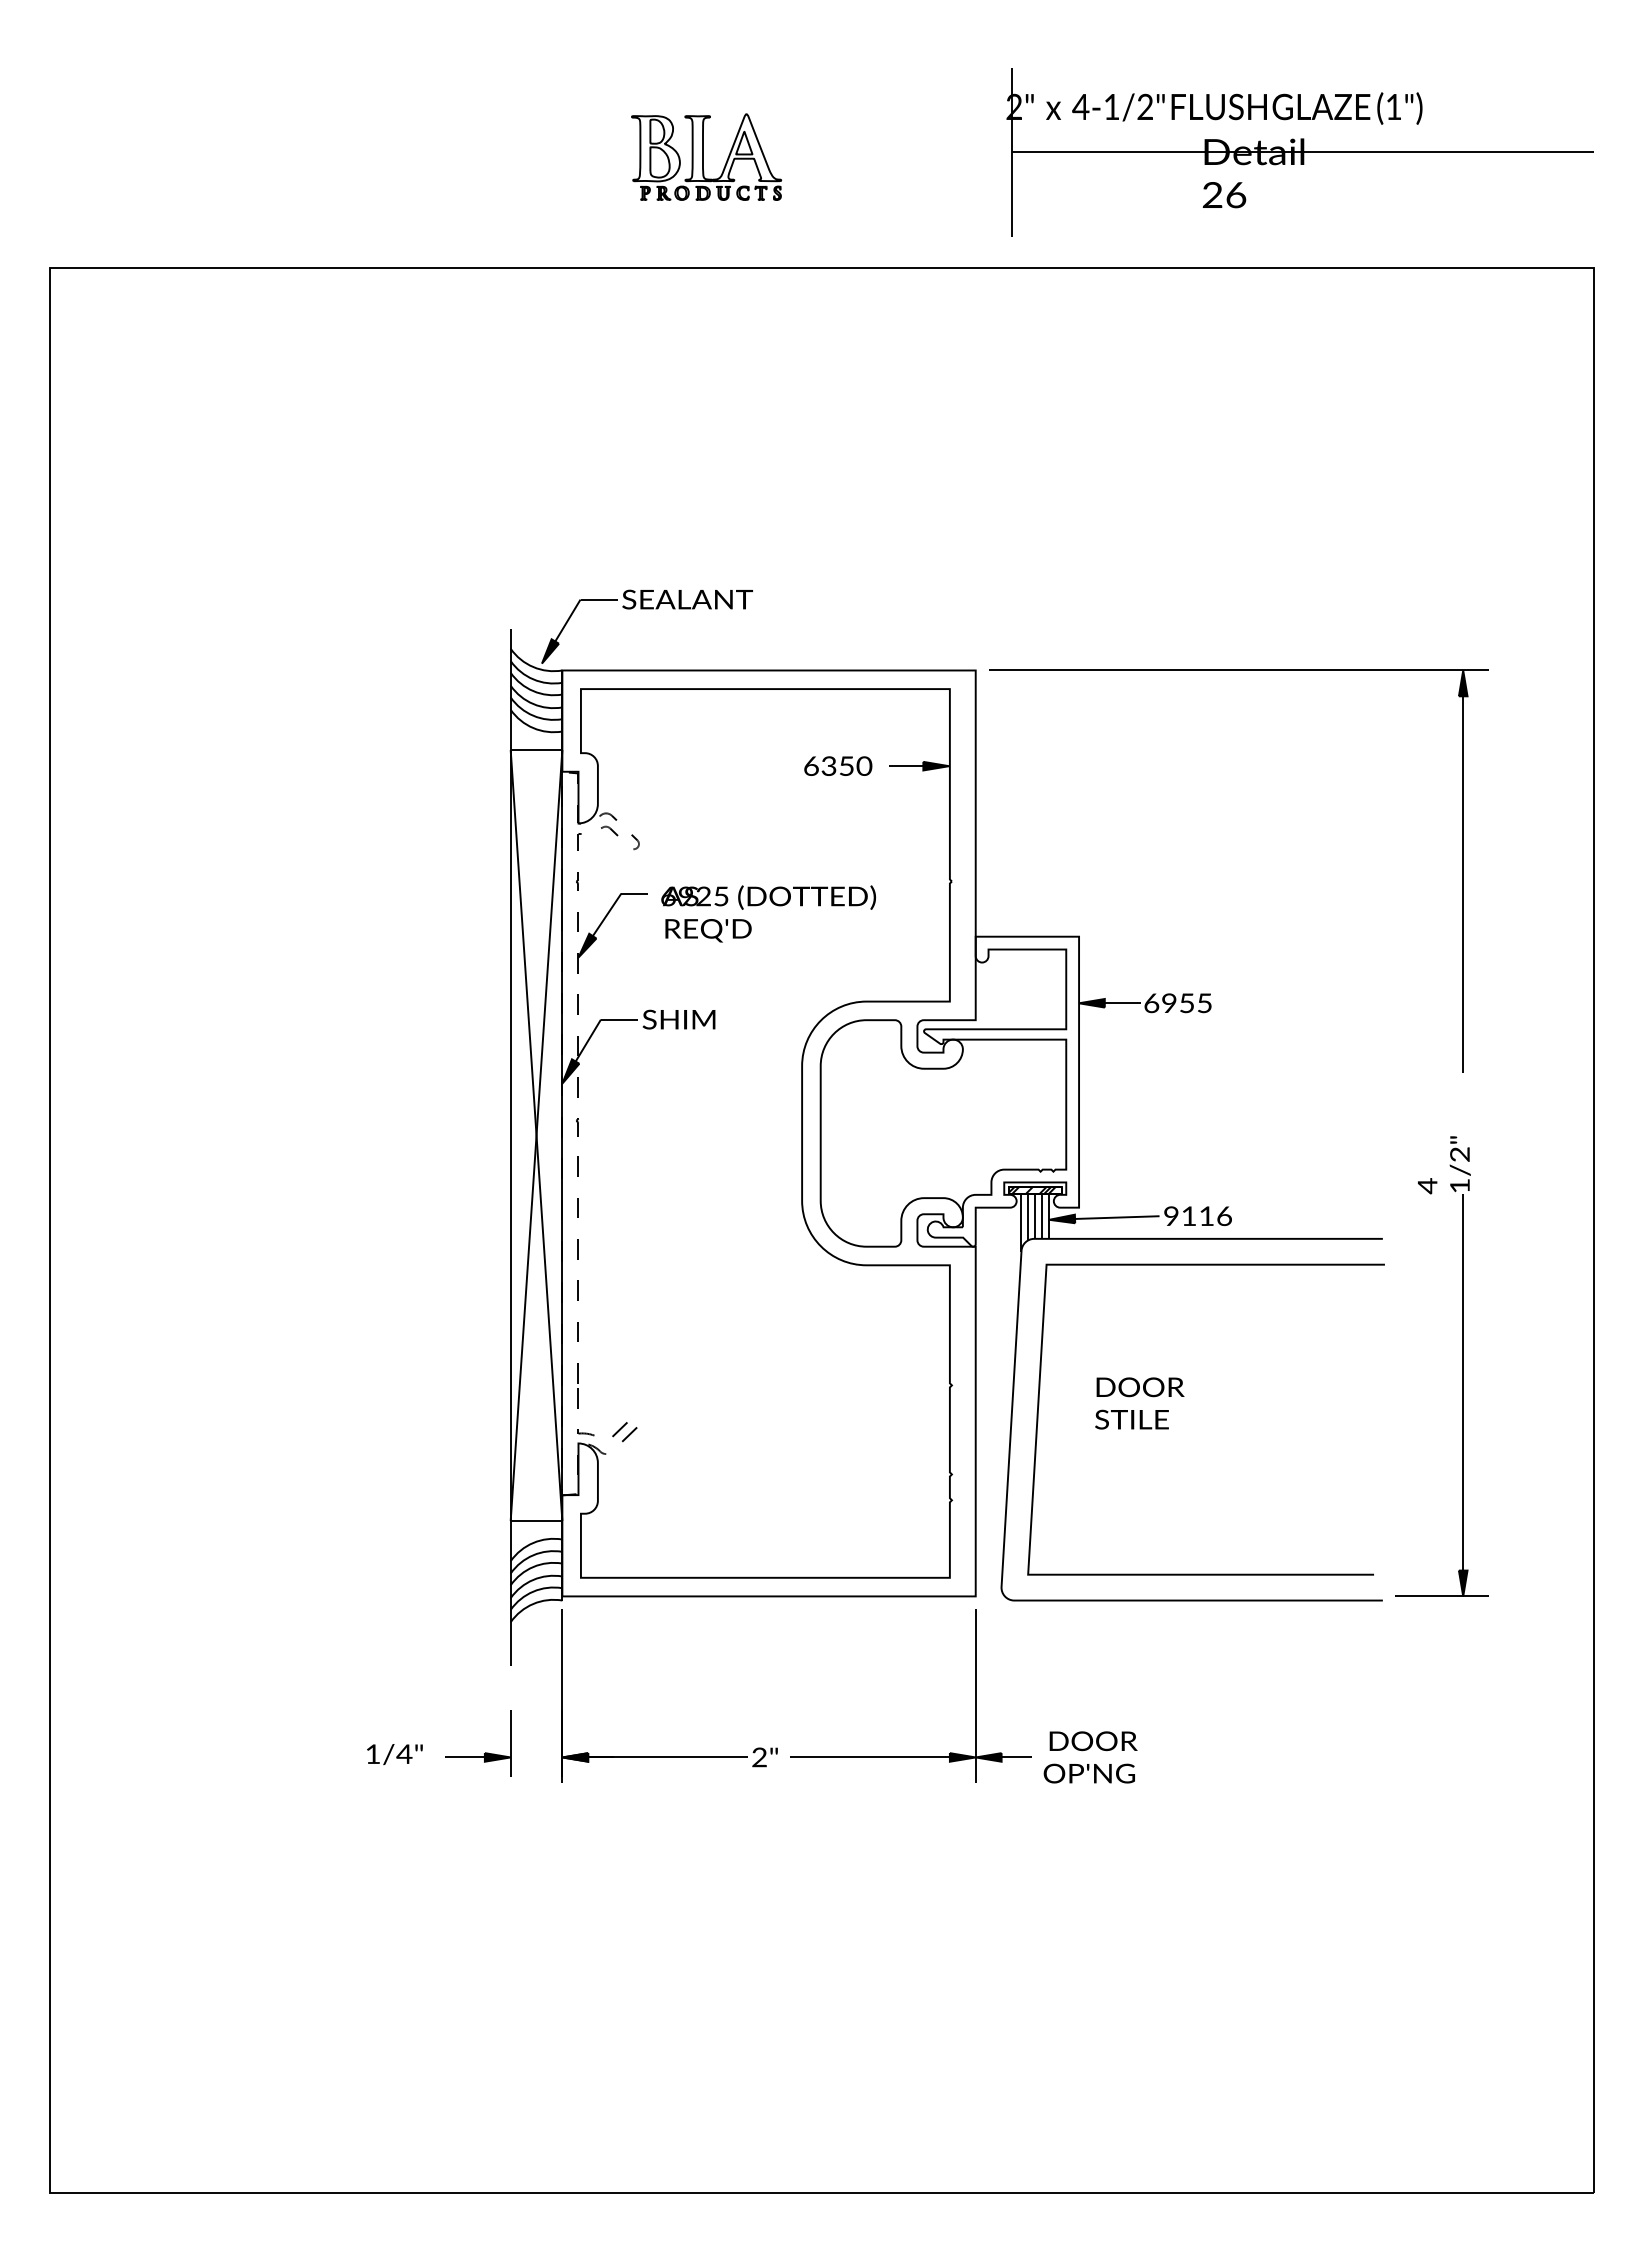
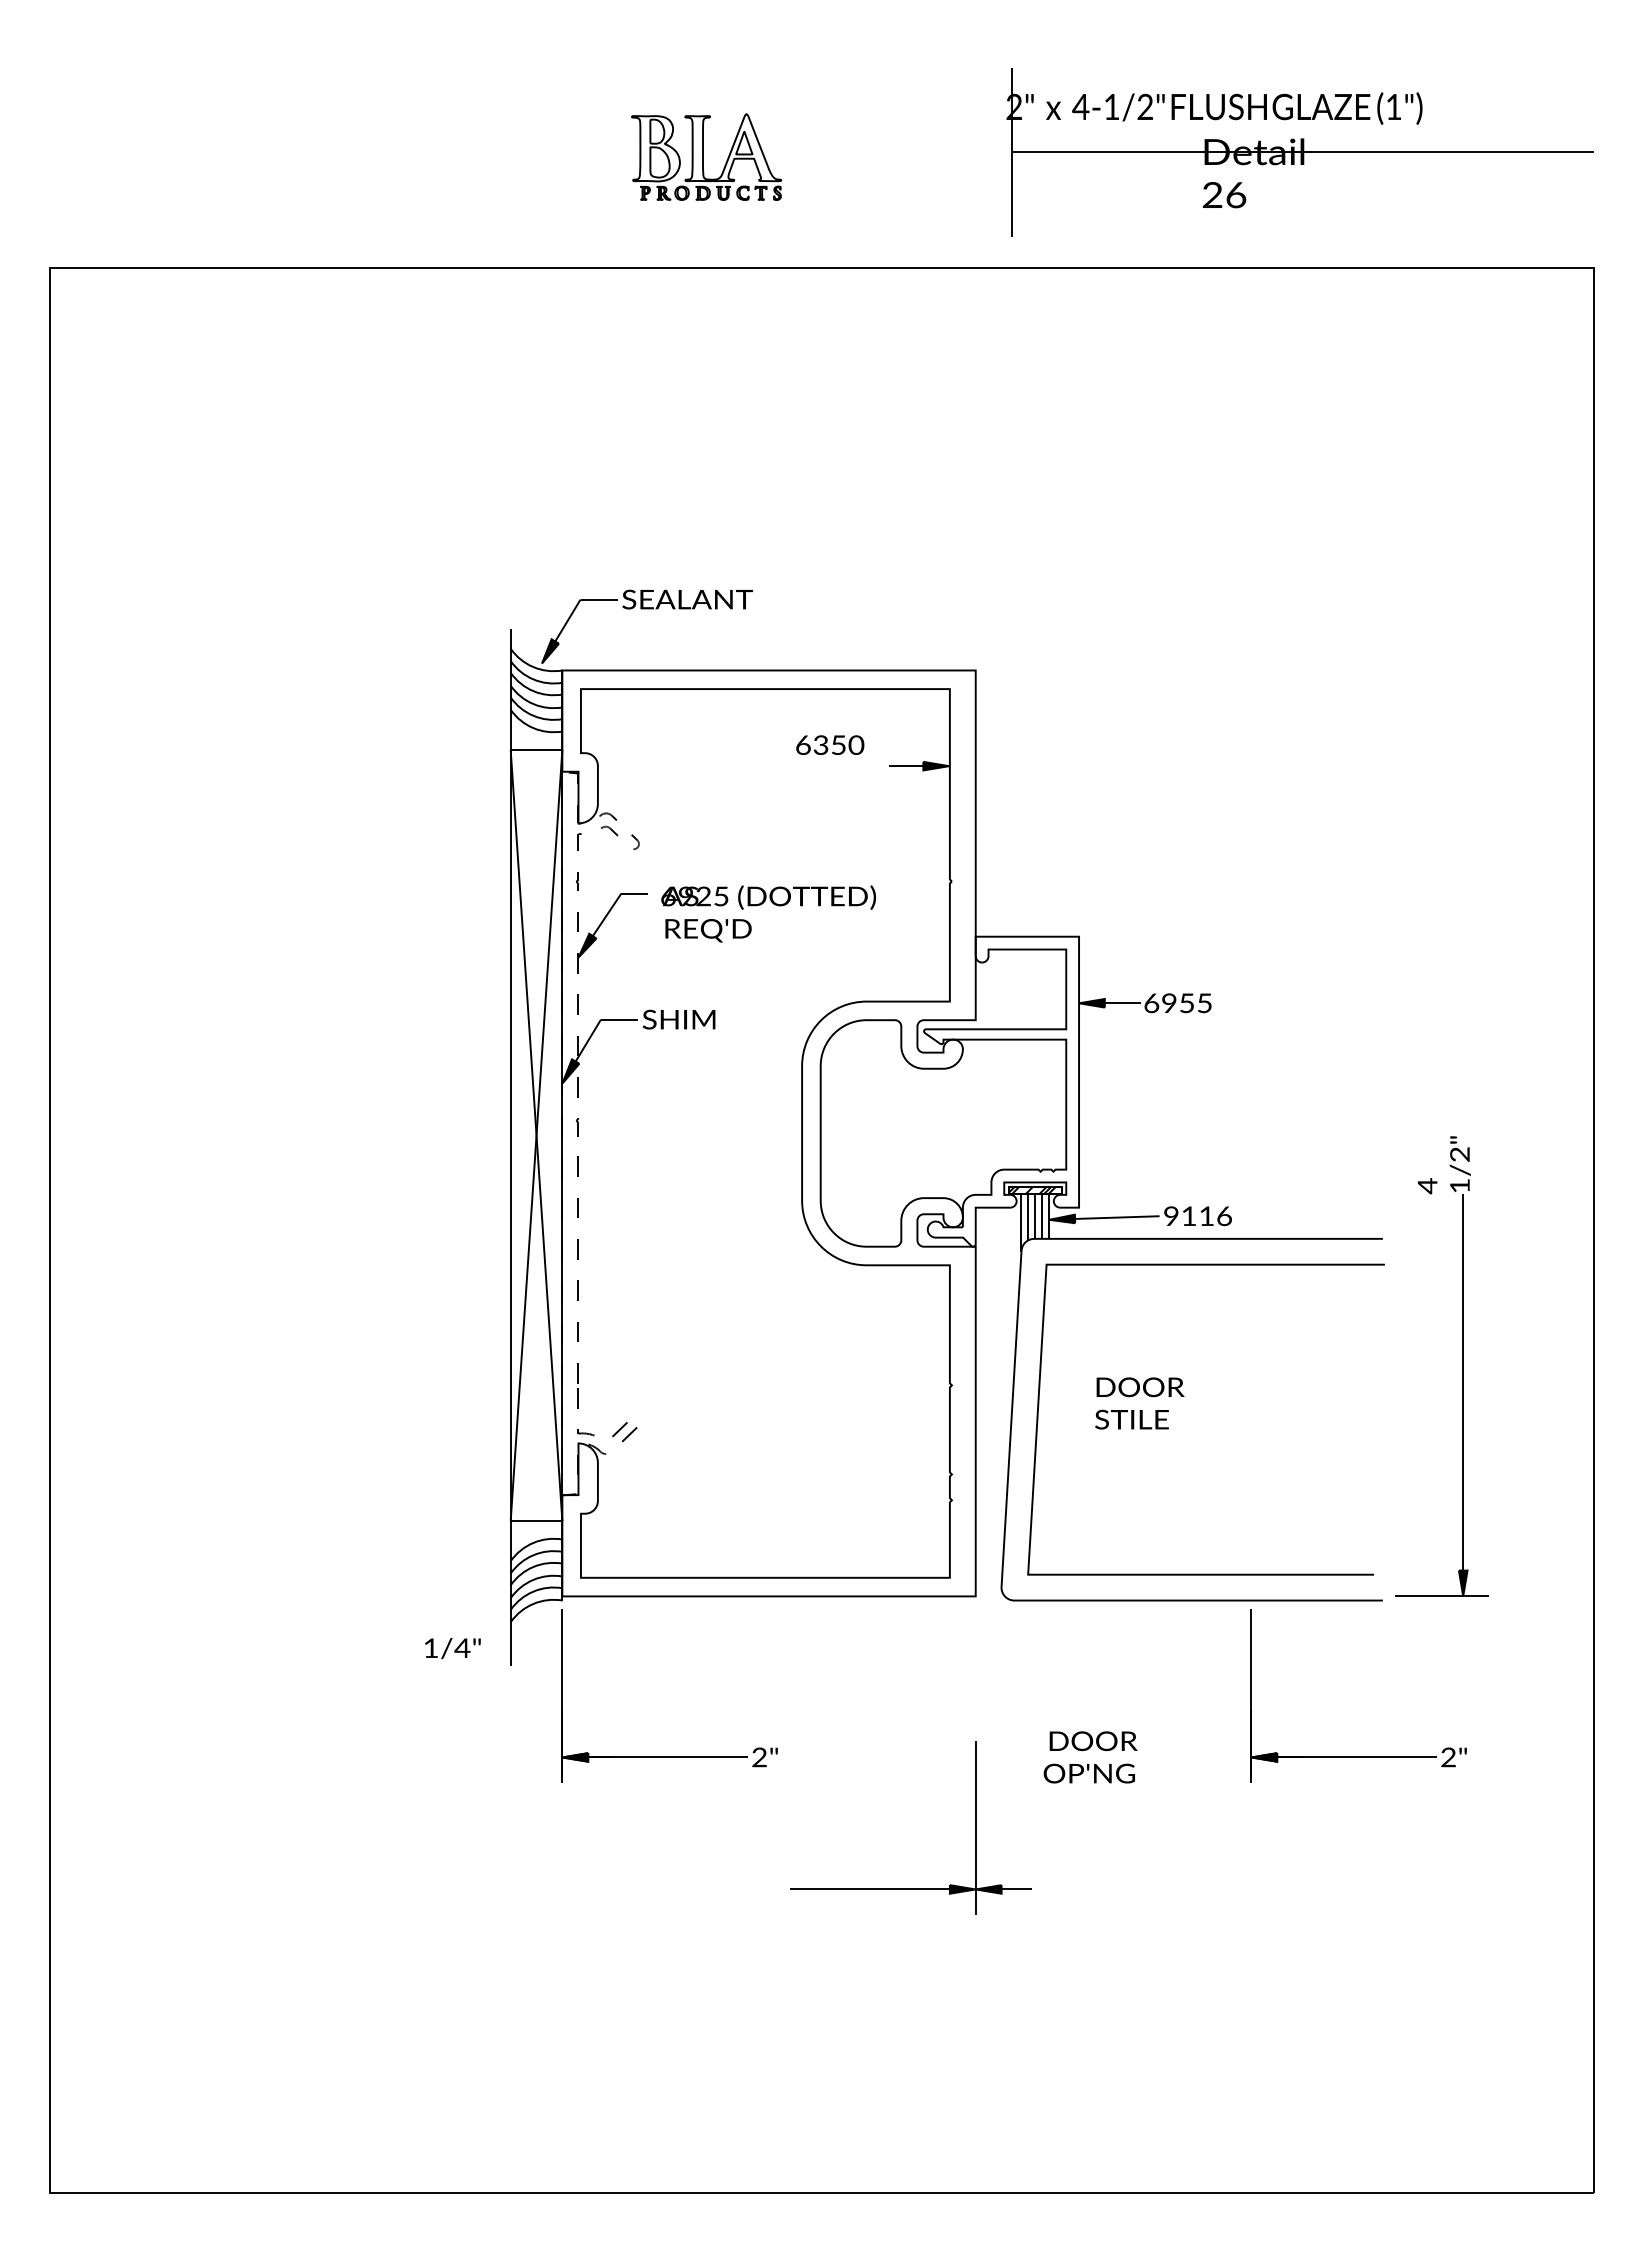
part at (1238, 670): present -> none
text at (838, 765) position: (838, 765) -> (830, 744)
part at (485, 1752): present -> none
text at (394, 1754) position: (394, 1754) -> (452, 1648)
part at (910, 1756) position: (910, 1756) -> (910, 1888)
part at (1358, 1756): none -> present
